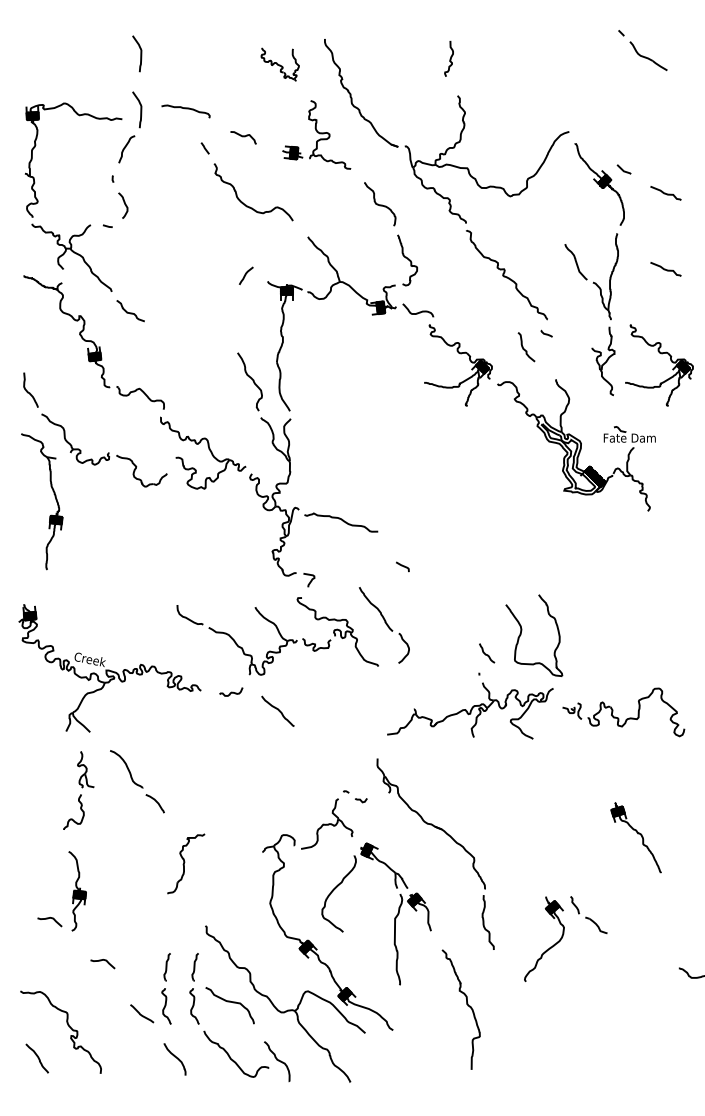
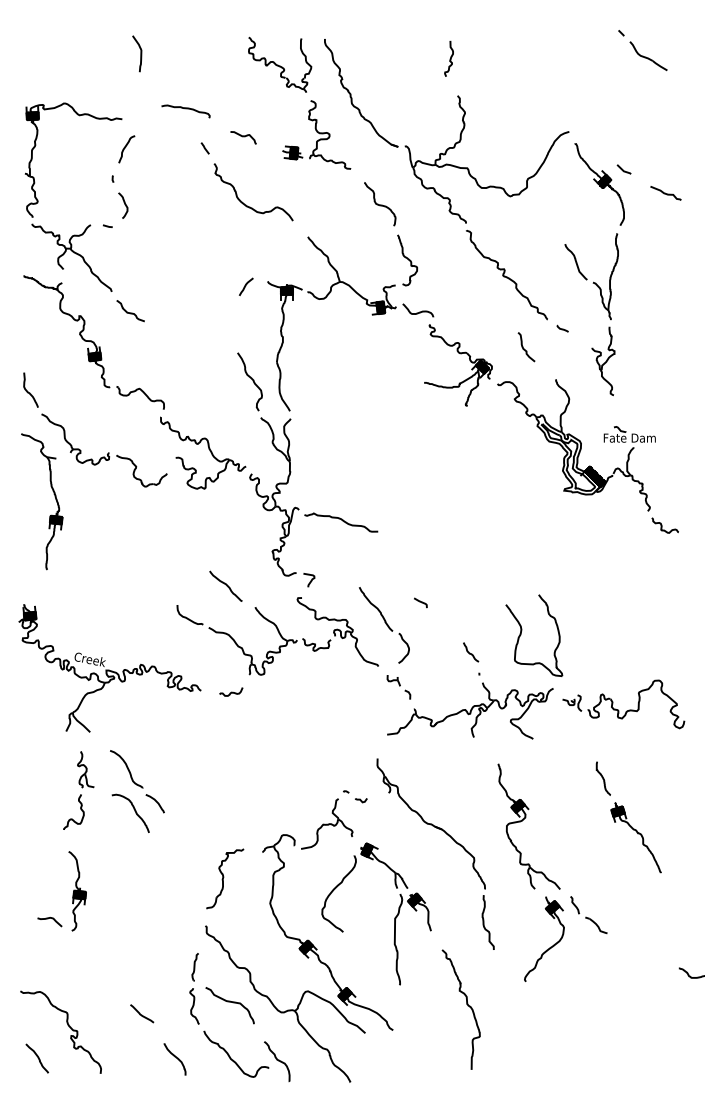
part at (279, 64) size: 40x35 px -> 65x57 px
curve at (140, 109): present -> none
curve at (665, 269): present -> none
curve at (245, 275) position: (245, 275) -> (245, 286)
curve at (546, 333) position: (546, 333) -> (562, 328)
part at (661, 354): present -> none
curve at (662, 525): none -> present
line at (402, 566) position: (402, 566) -> (420, 602)
curve at (486, 653) position: (486, 653) -> (470, 652)
part at (398, 687): none -> present
curve at (277, 710) position: (277, 710) -> (225, 585)
part at (626, 718) position: (626, 718) -> (626, 710)
curve at (602, 778): none -> present
curve at (134, 811): none -> present
part at (523, 820): none -> present
part at (186, 863) position: (186, 863) -> (225, 878)
curve at (101, 961): present -> none
part at (166, 988): present -> none
